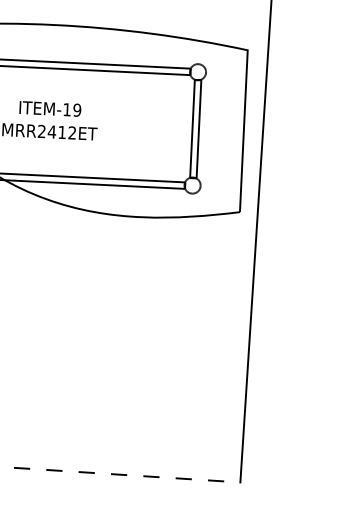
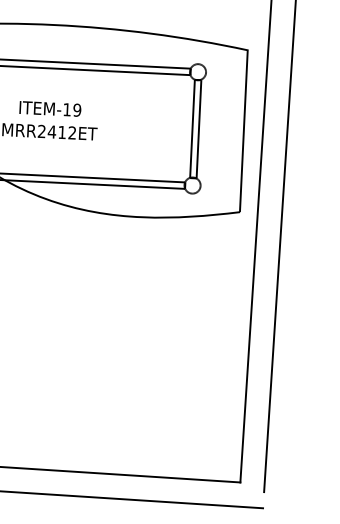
line at (279, 247): none -> present
line at (120, 474): dashed -> solid
line at (132, 499): none -> present
